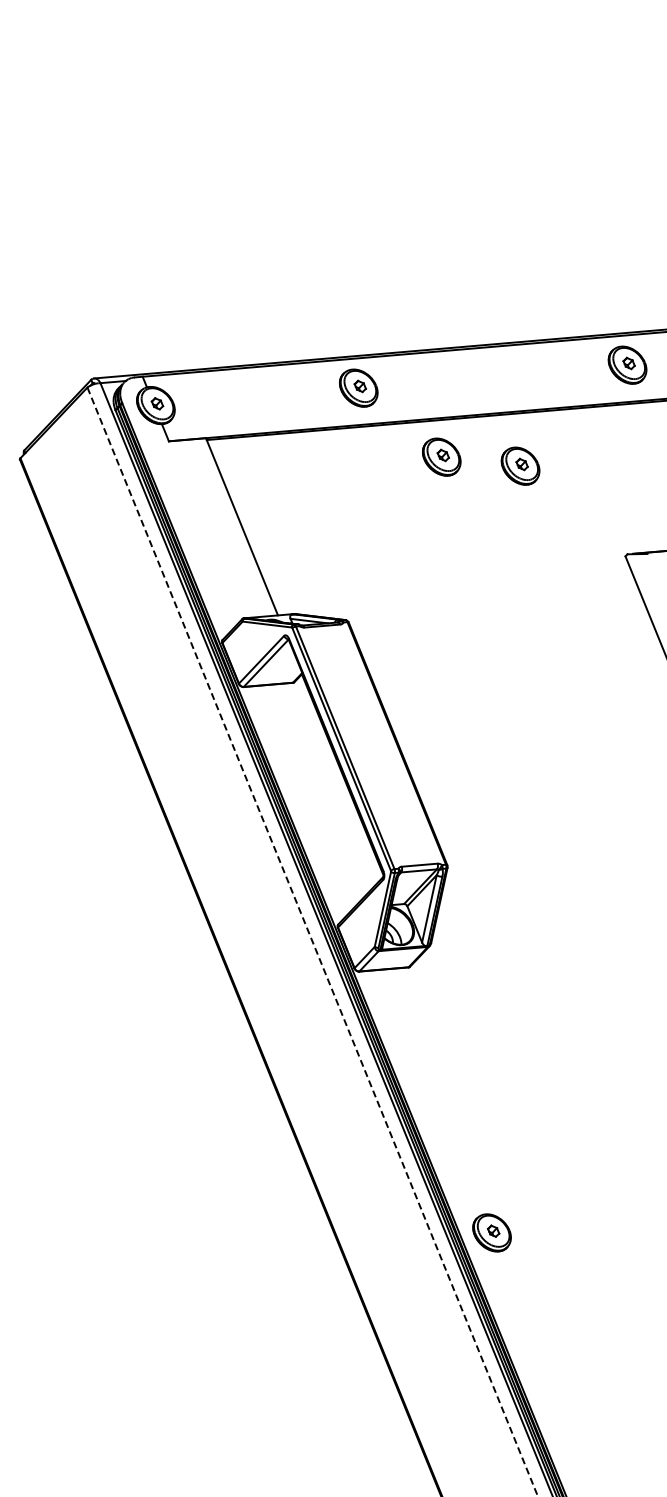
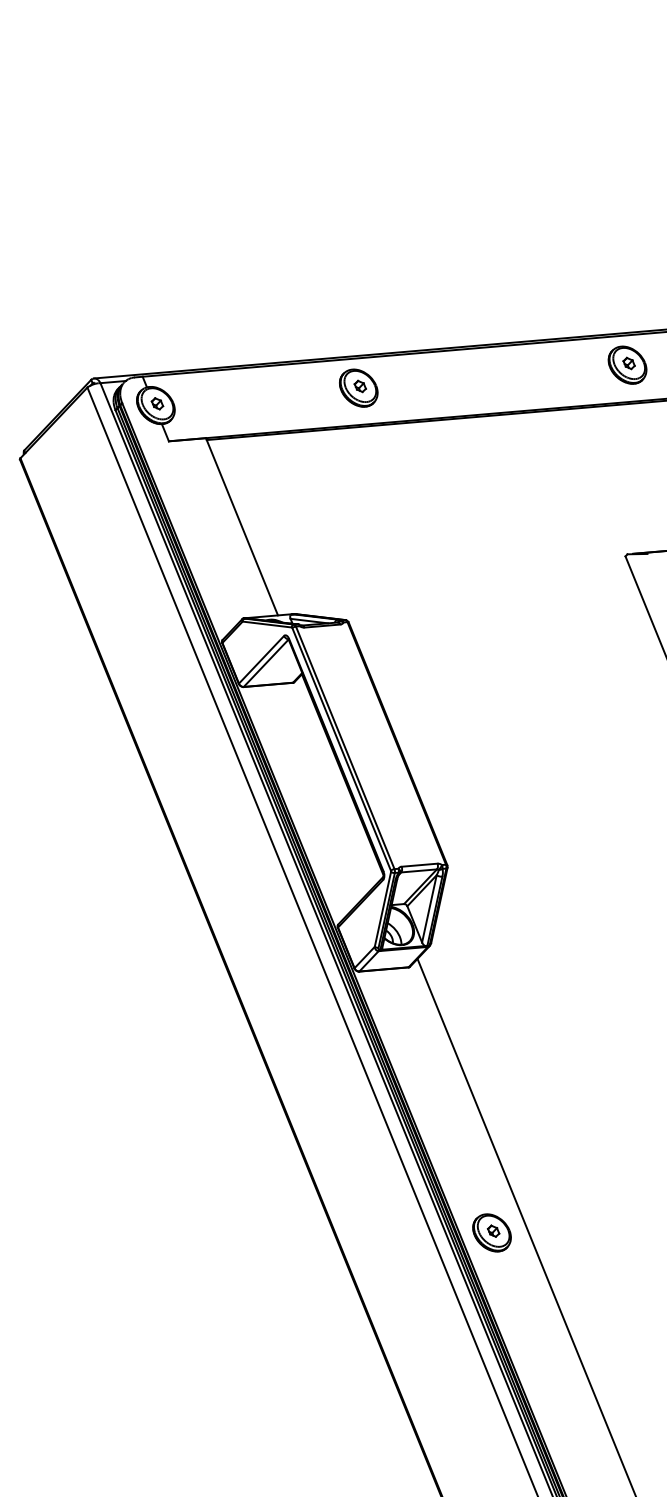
part at (441, 456): present -> none
part at (520, 465): present -> none
line at (312, 942): dashed -> solid
line at (525, 1225): none -> present
